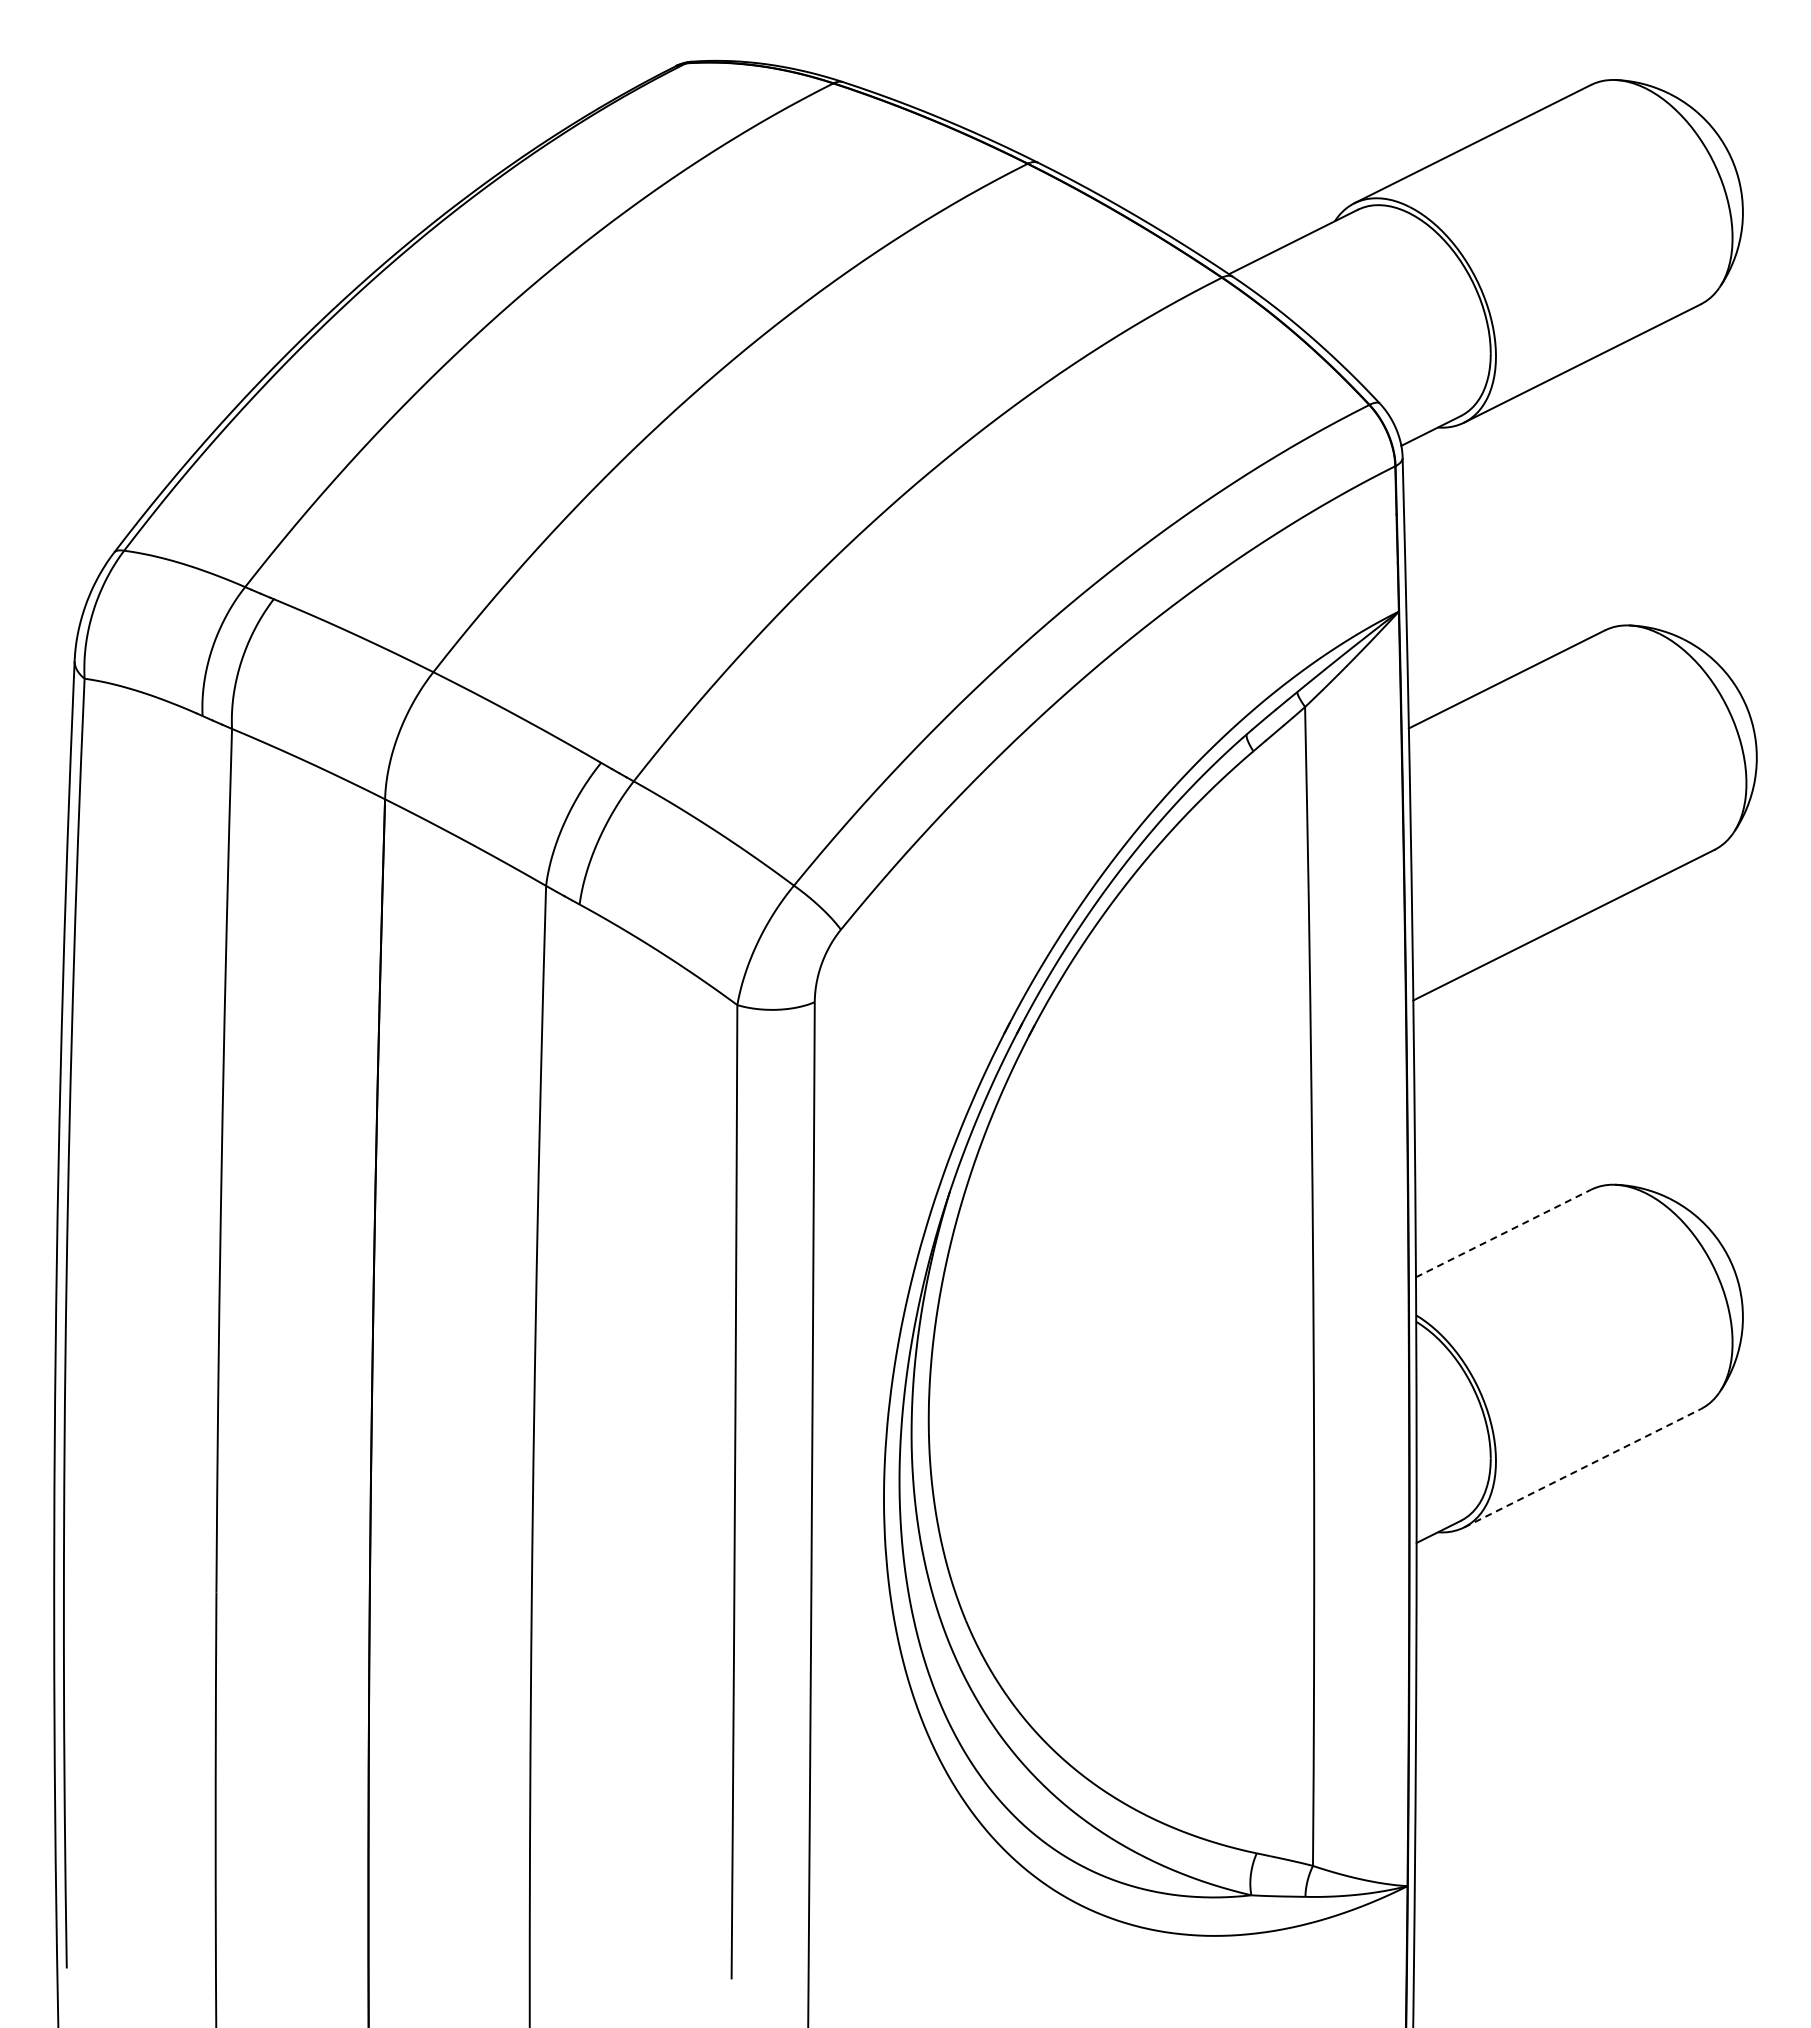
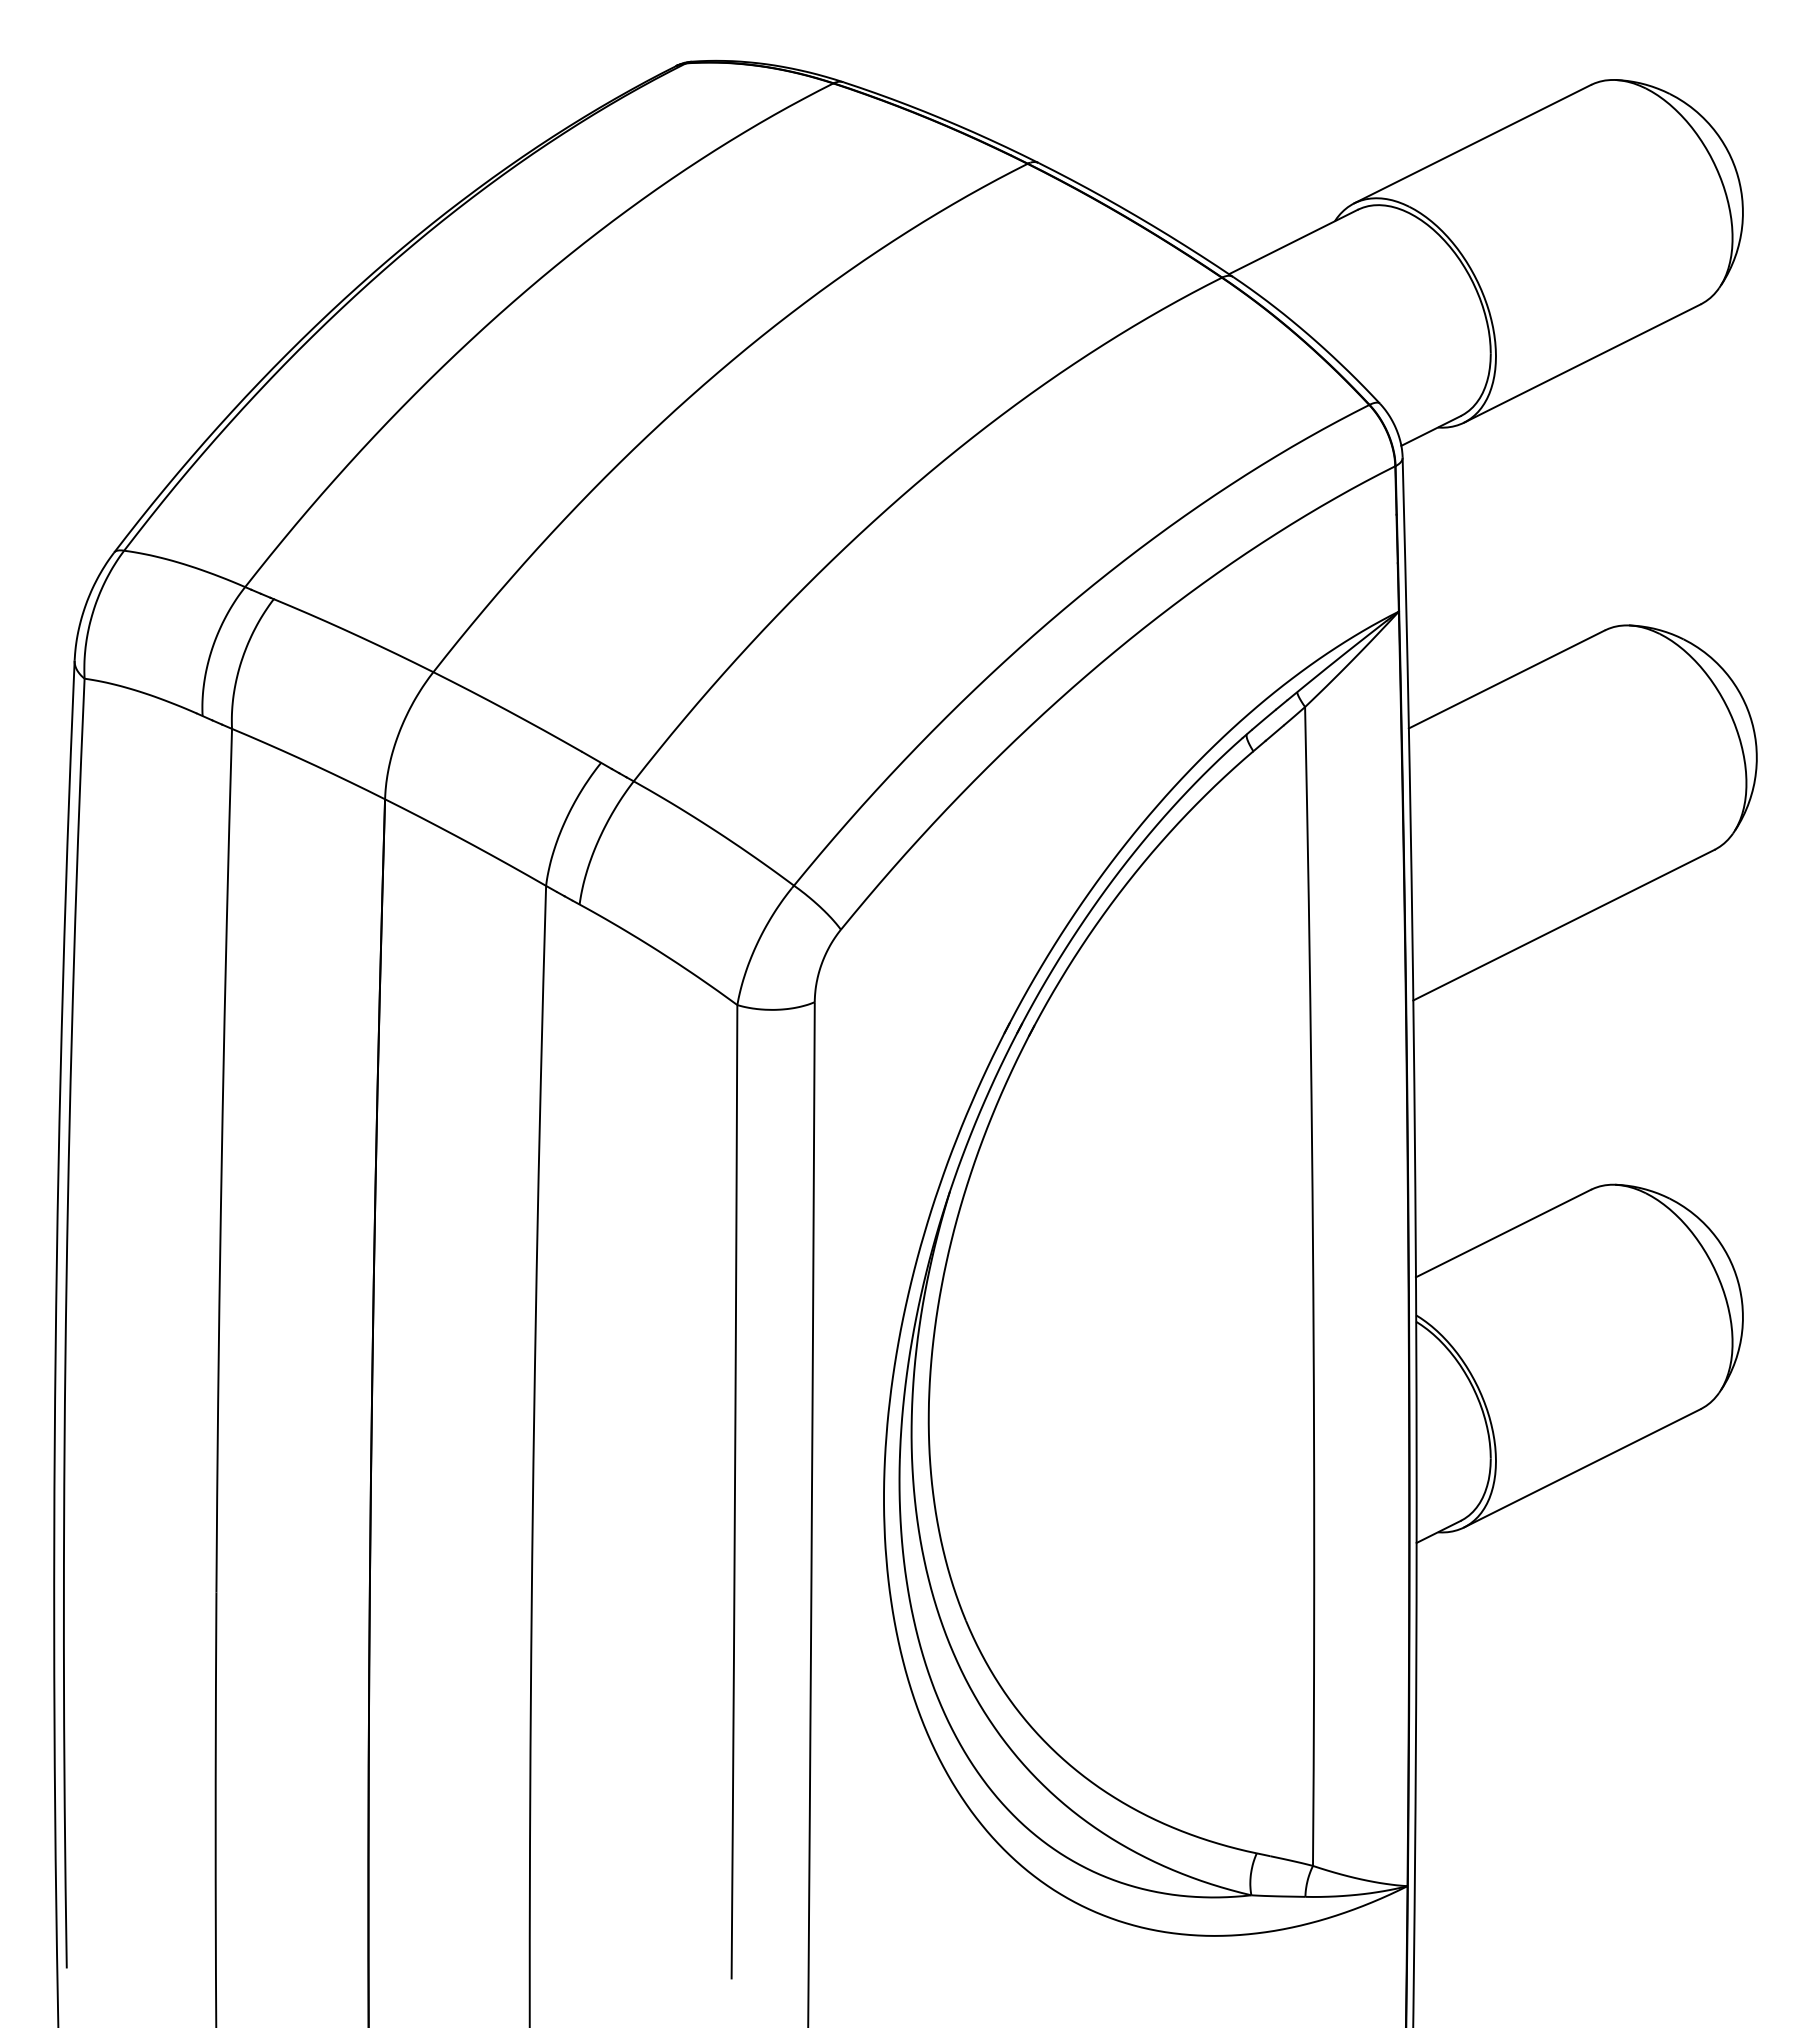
line at (1503, 1233): dashed -> solid
line at (1582, 1468): dashed -> solid
